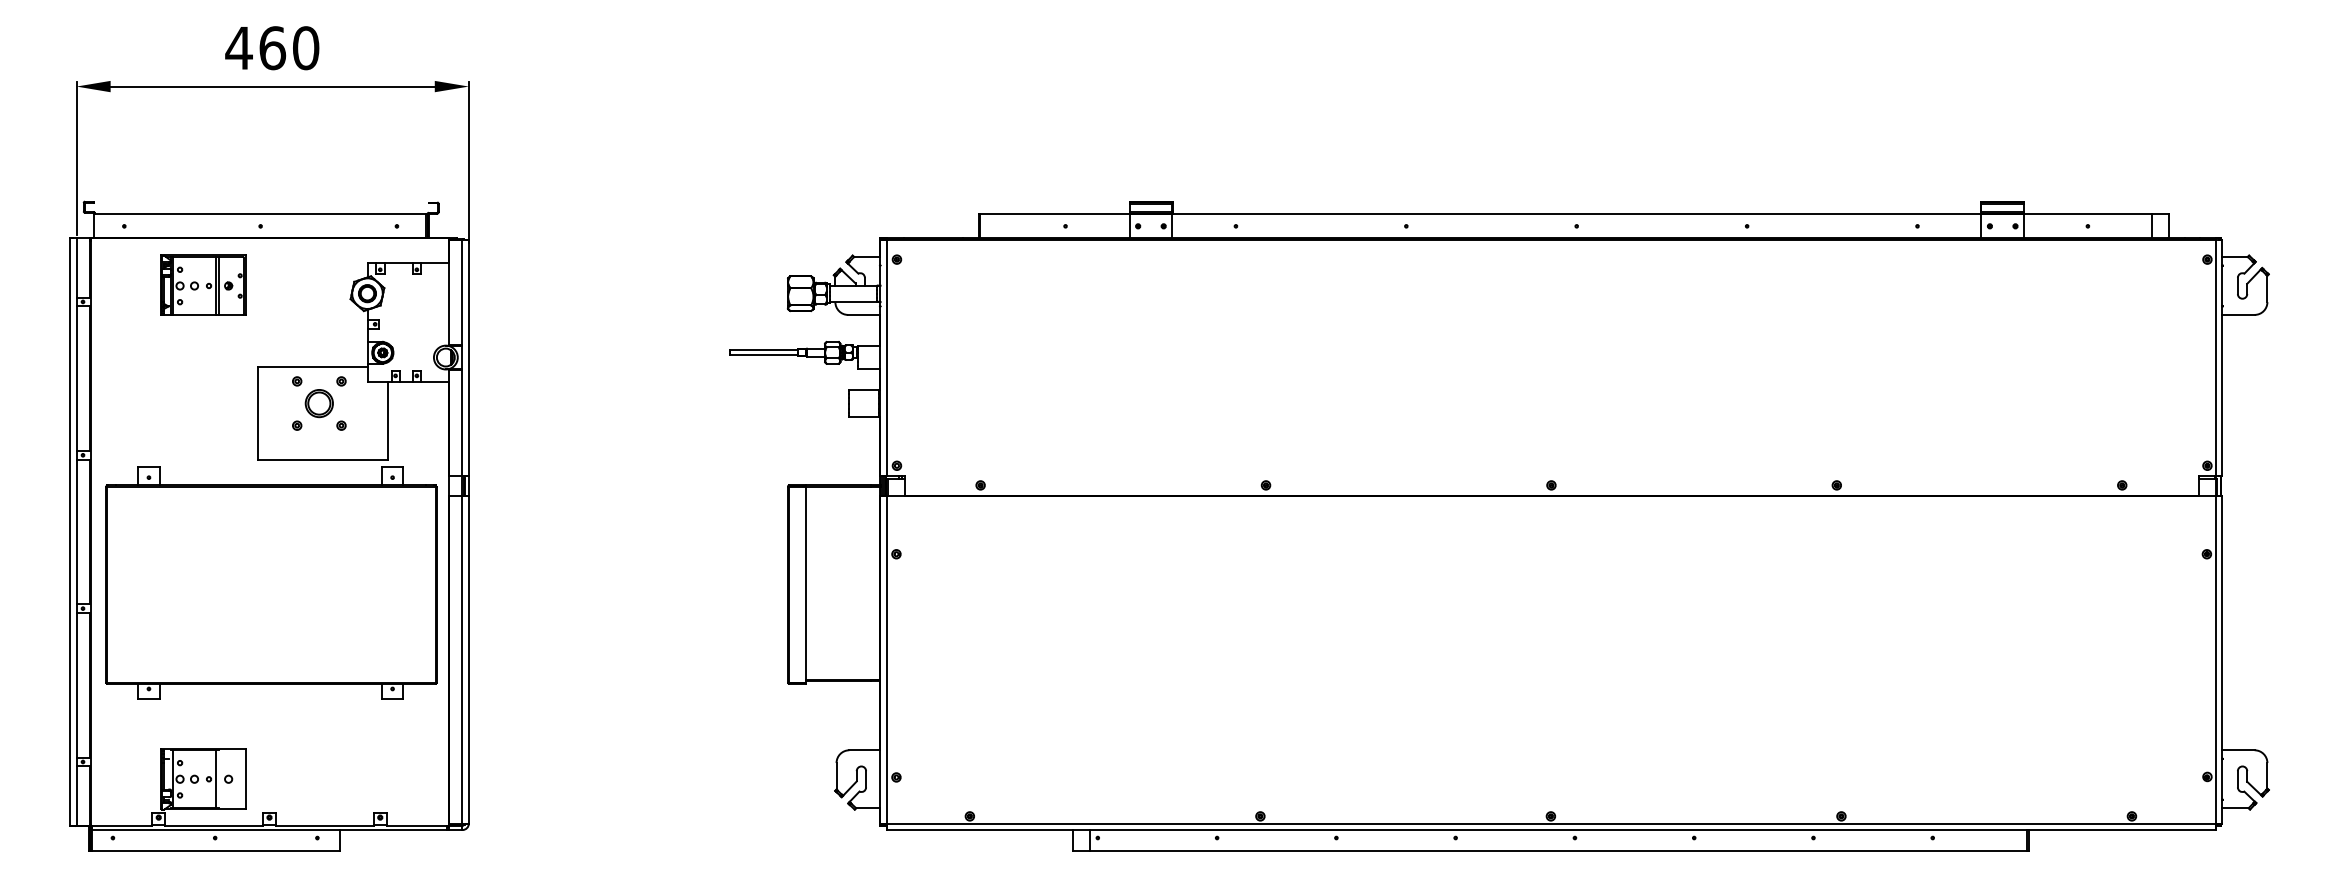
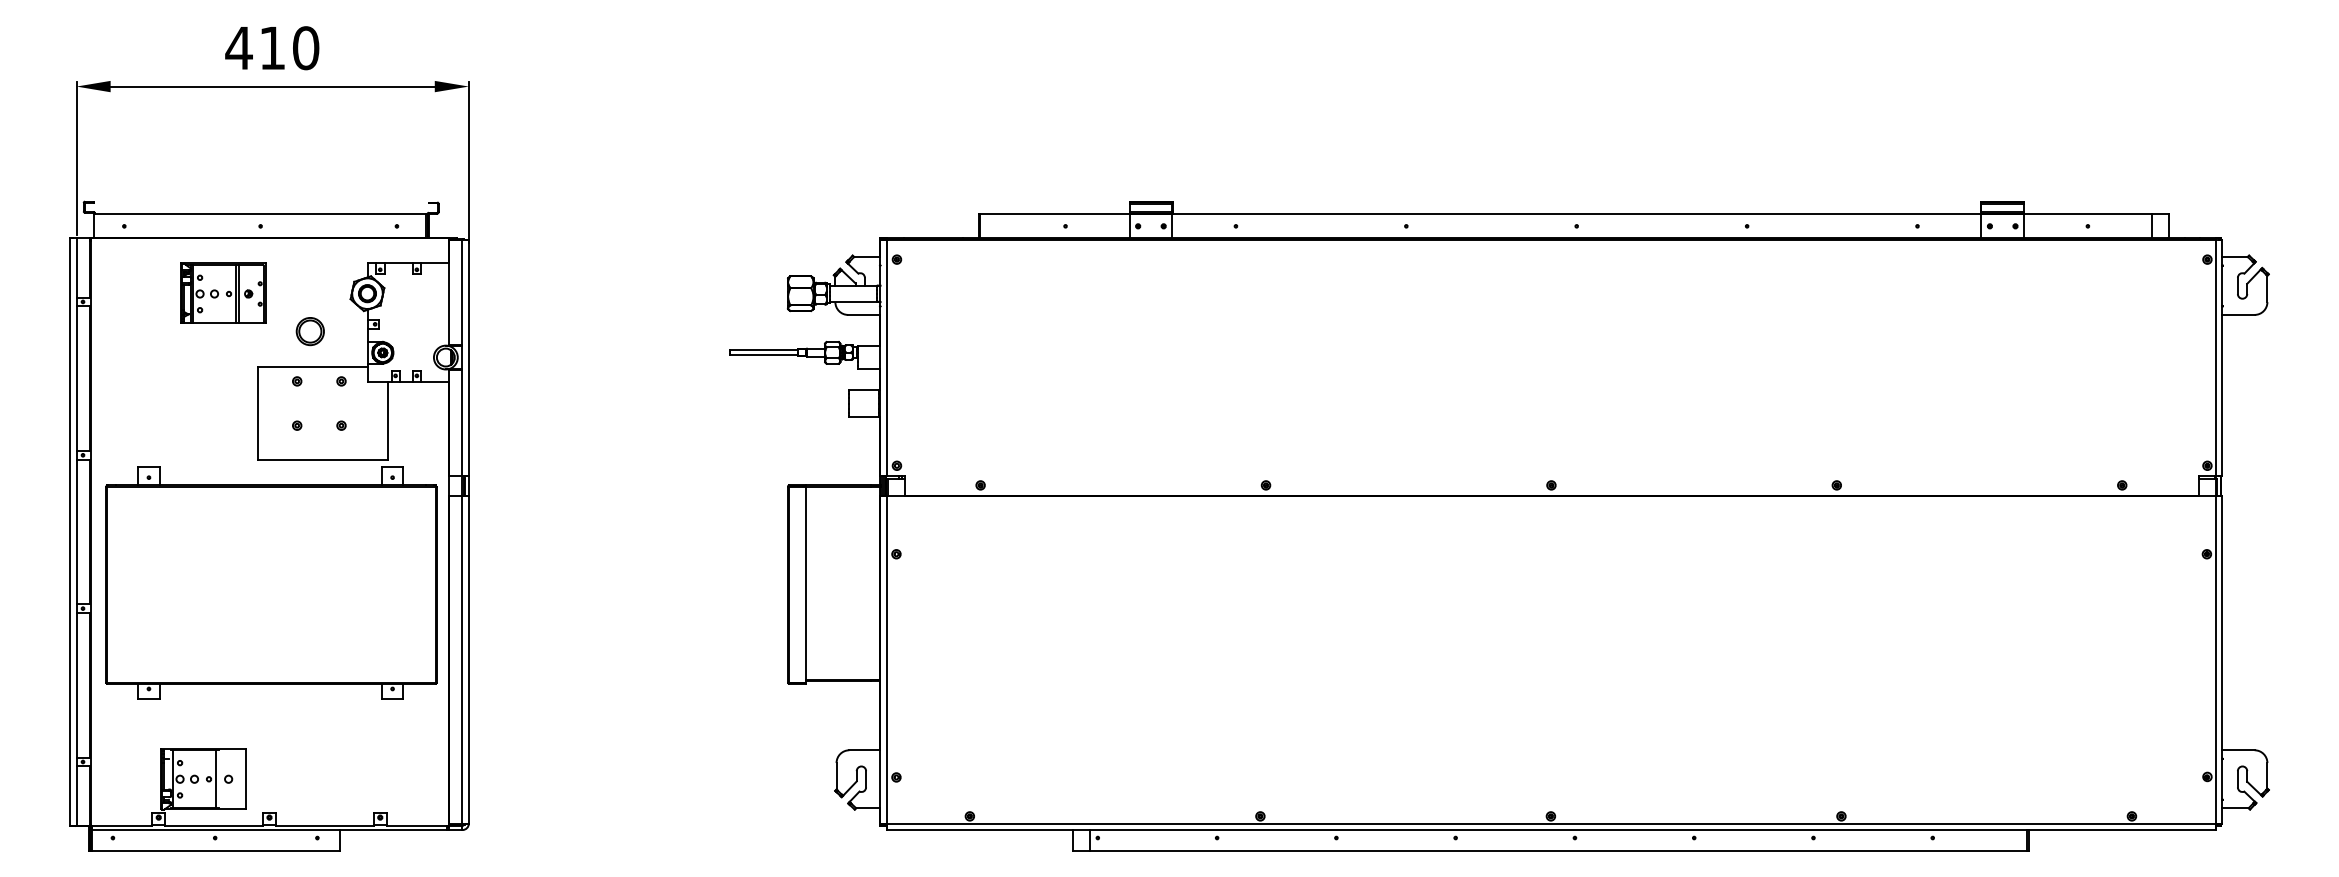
text at (272, 48): 460 -> 410
part at (203, 284) position: (203, 284) -> (223, 292)
part at (318, 403) position: (318, 403) -> (309, 331)
